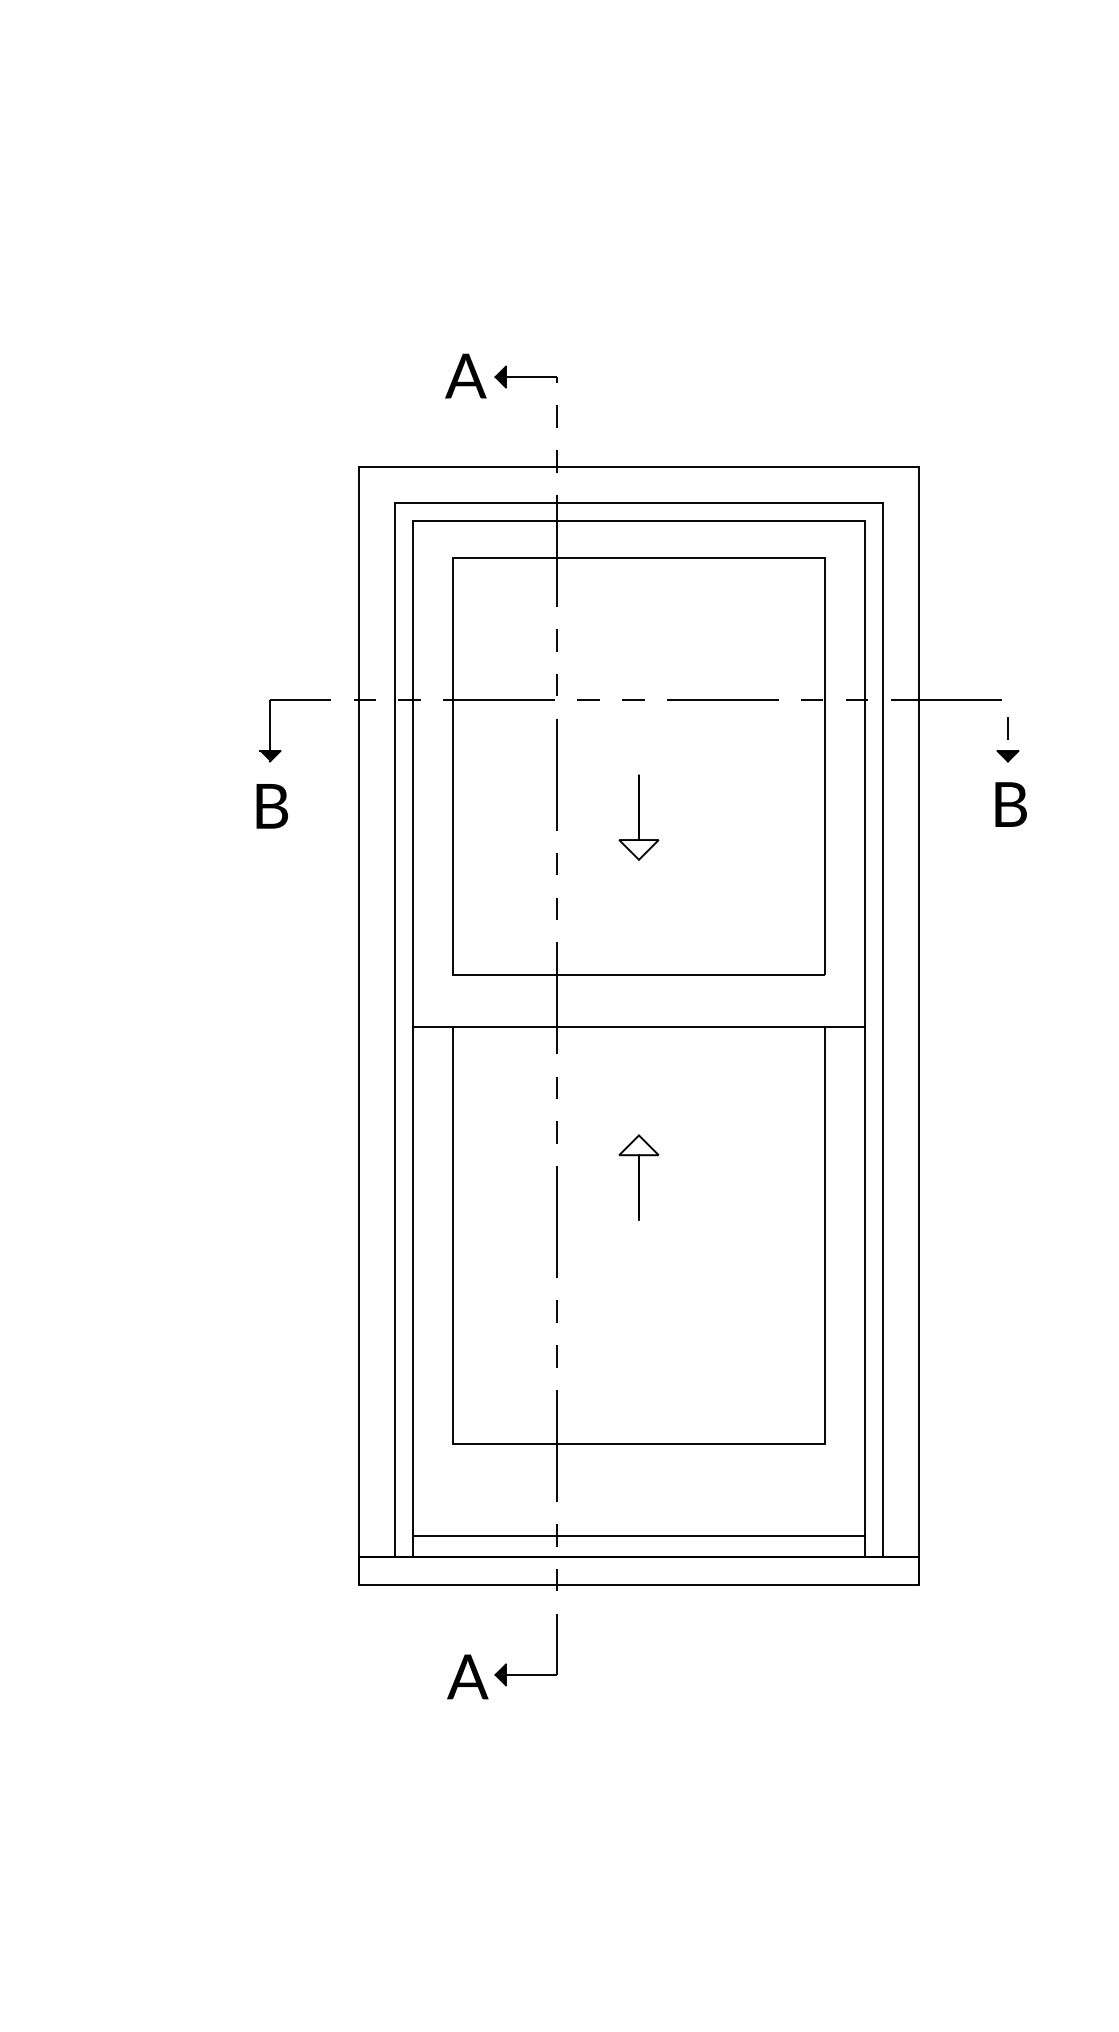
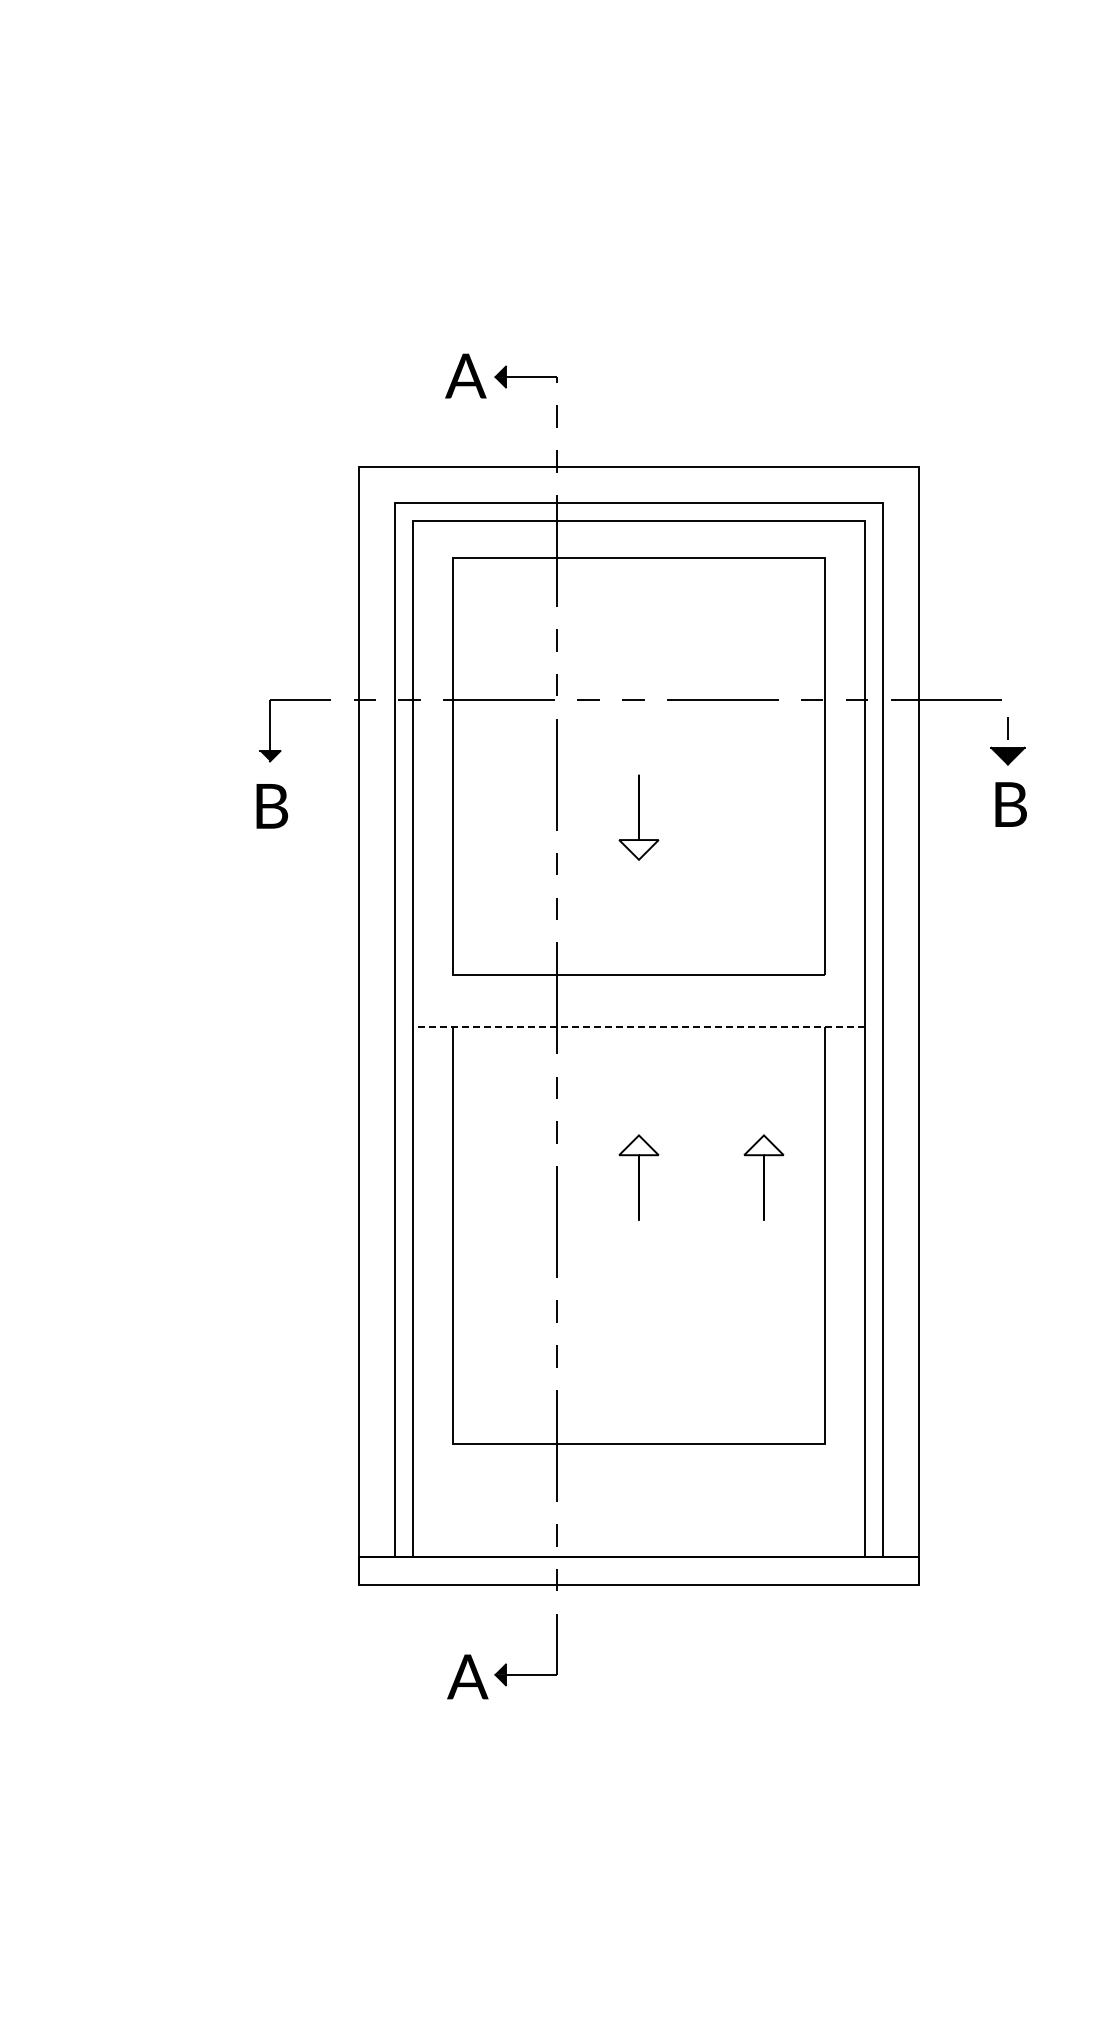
part at (1007, 756) size: 24x13 px -> 36x20 px
line at (638, 1027): solid -> dashed
part at (763, 1177): none -> present
line at (638, 1536): present -> none
